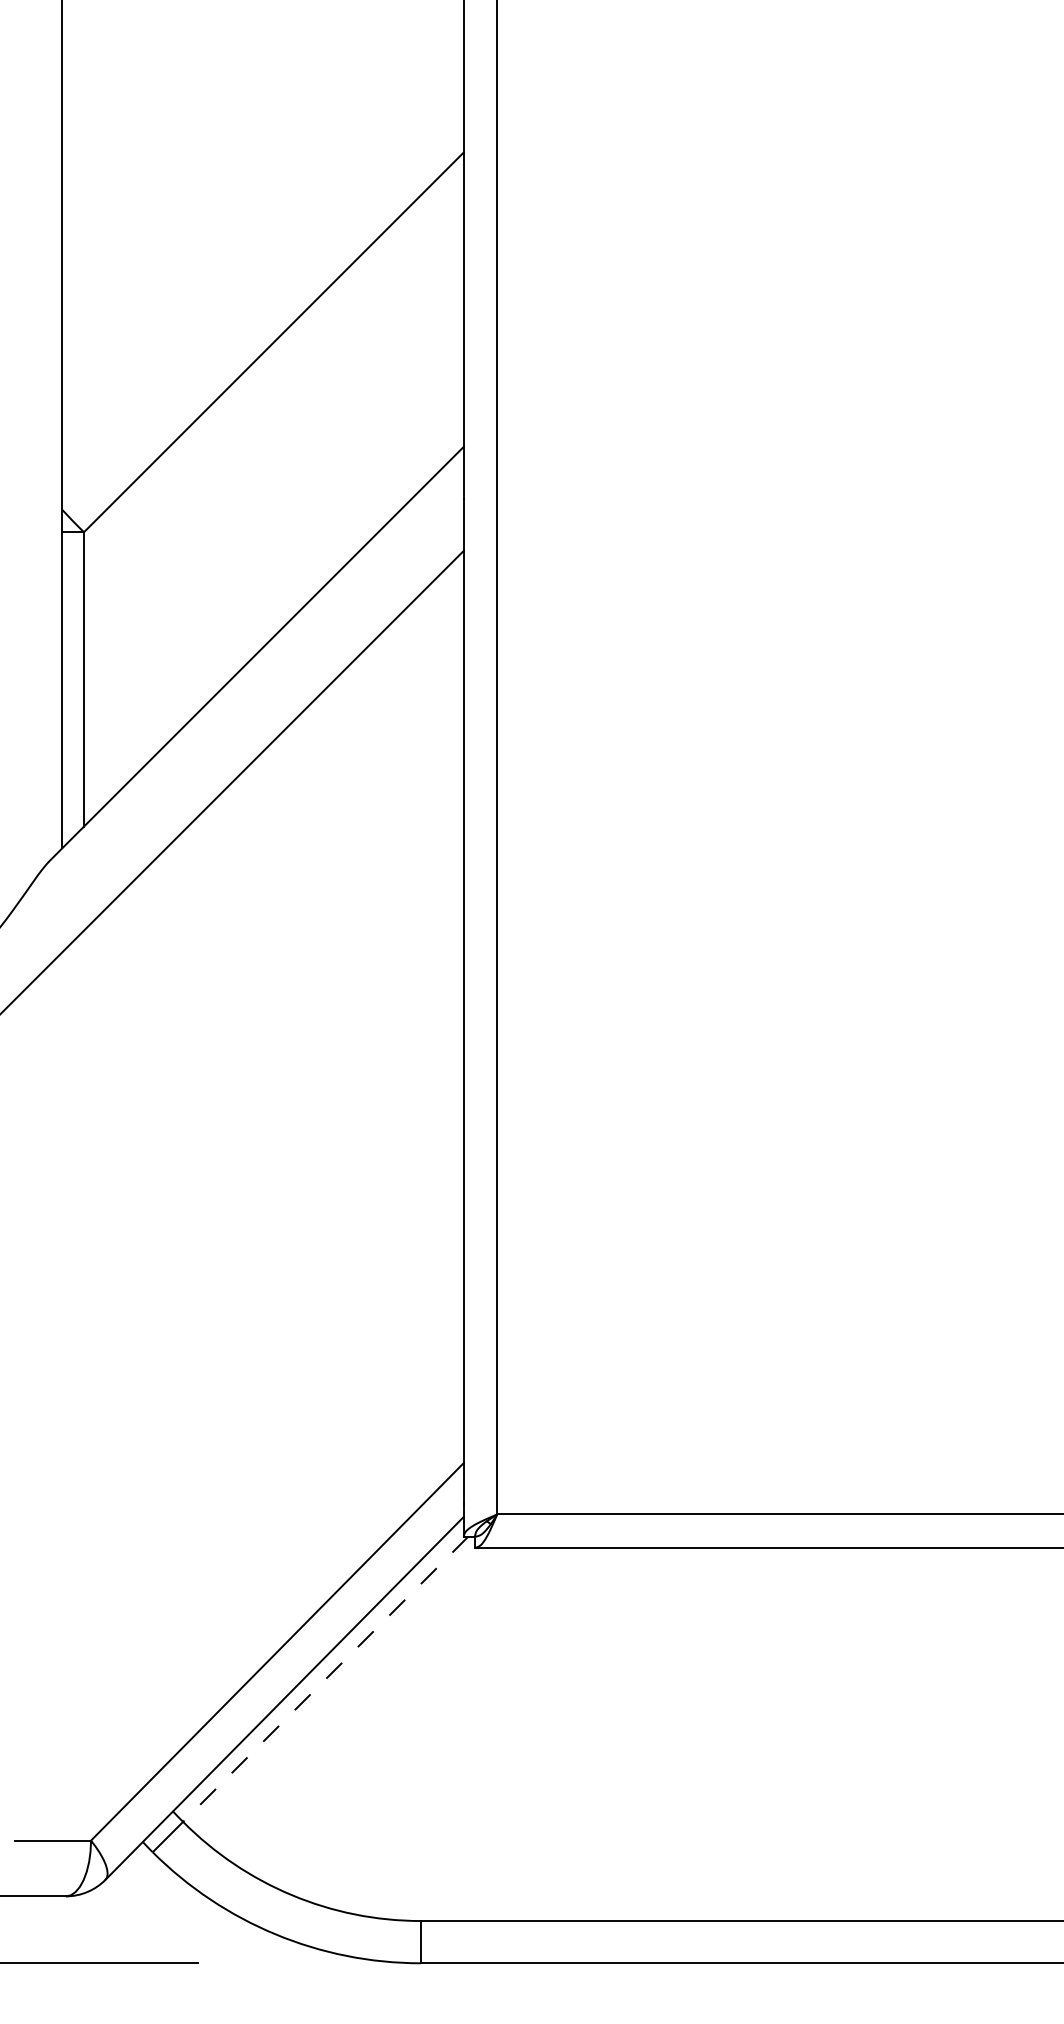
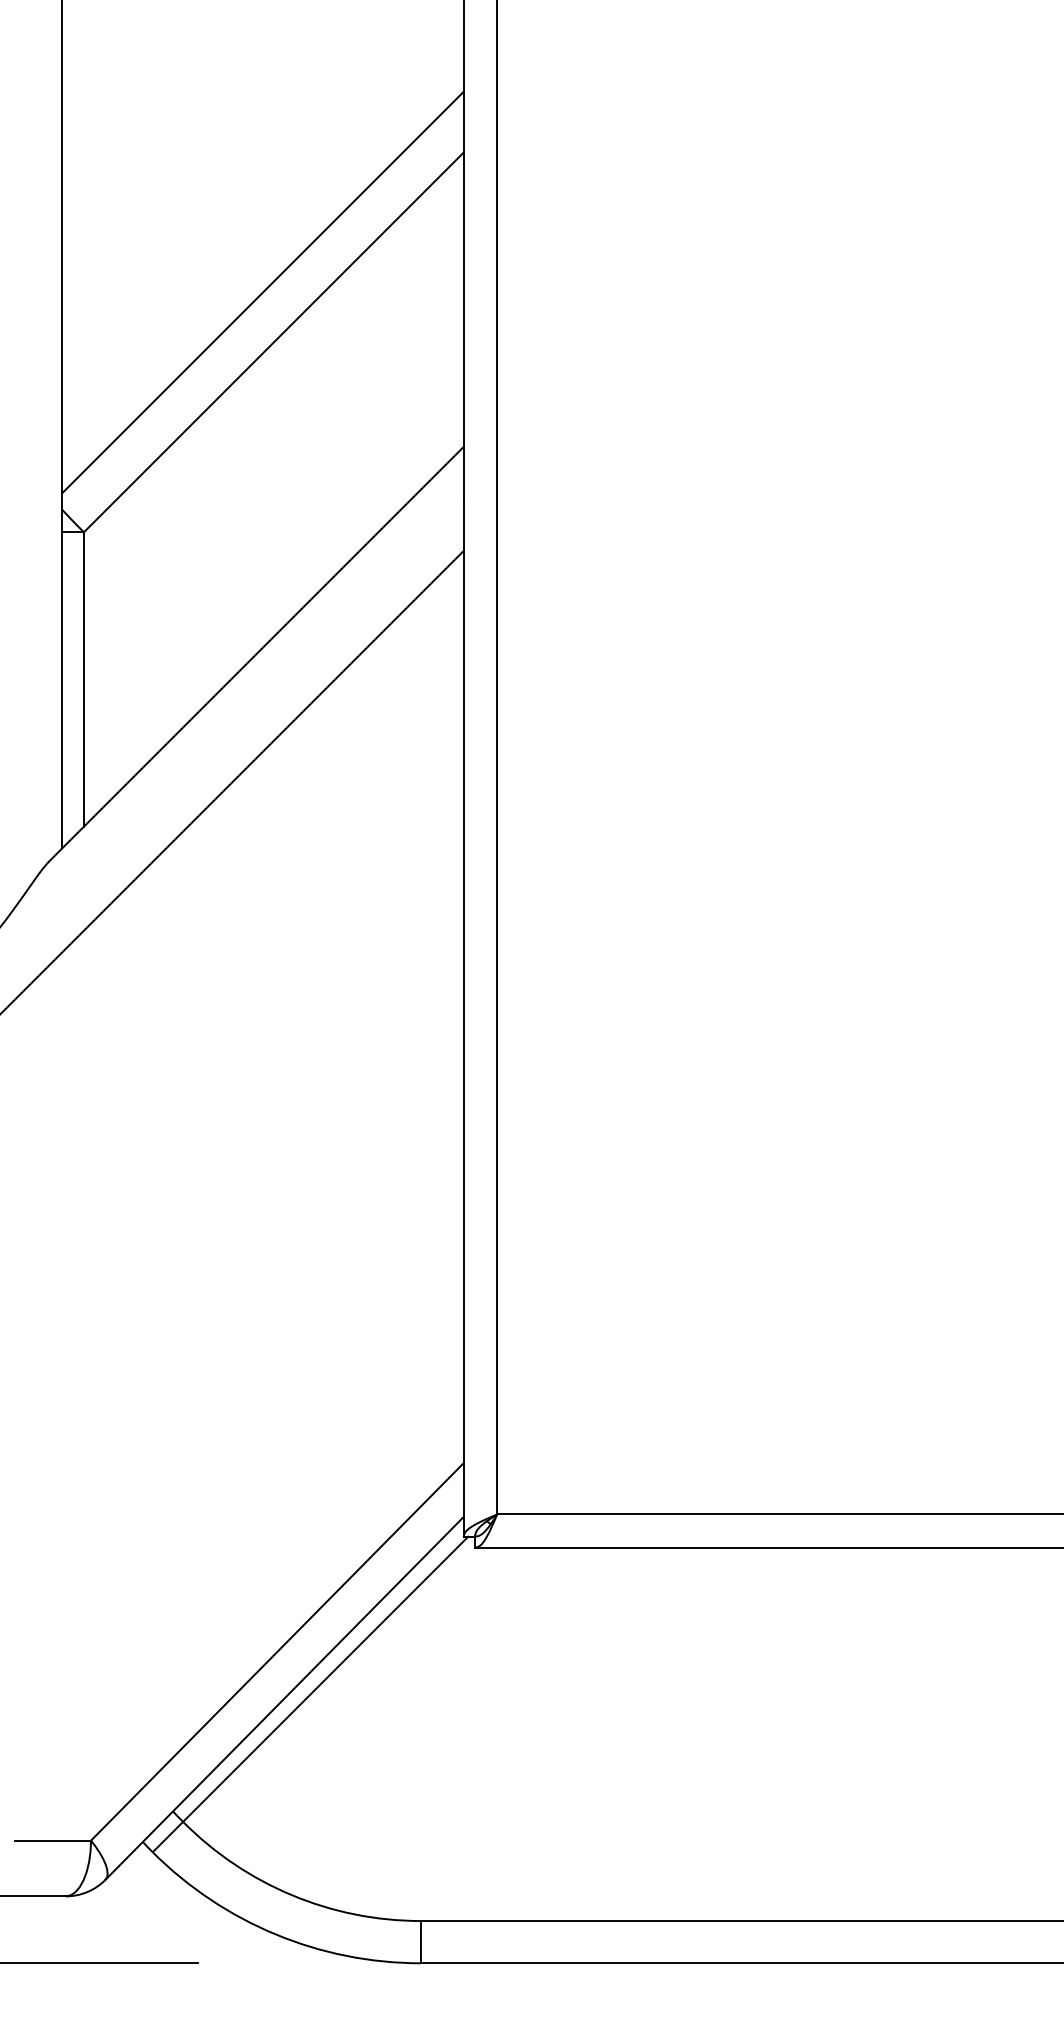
line at (262, 292): none -> present
line at (325, 1679): dashed -> solid
